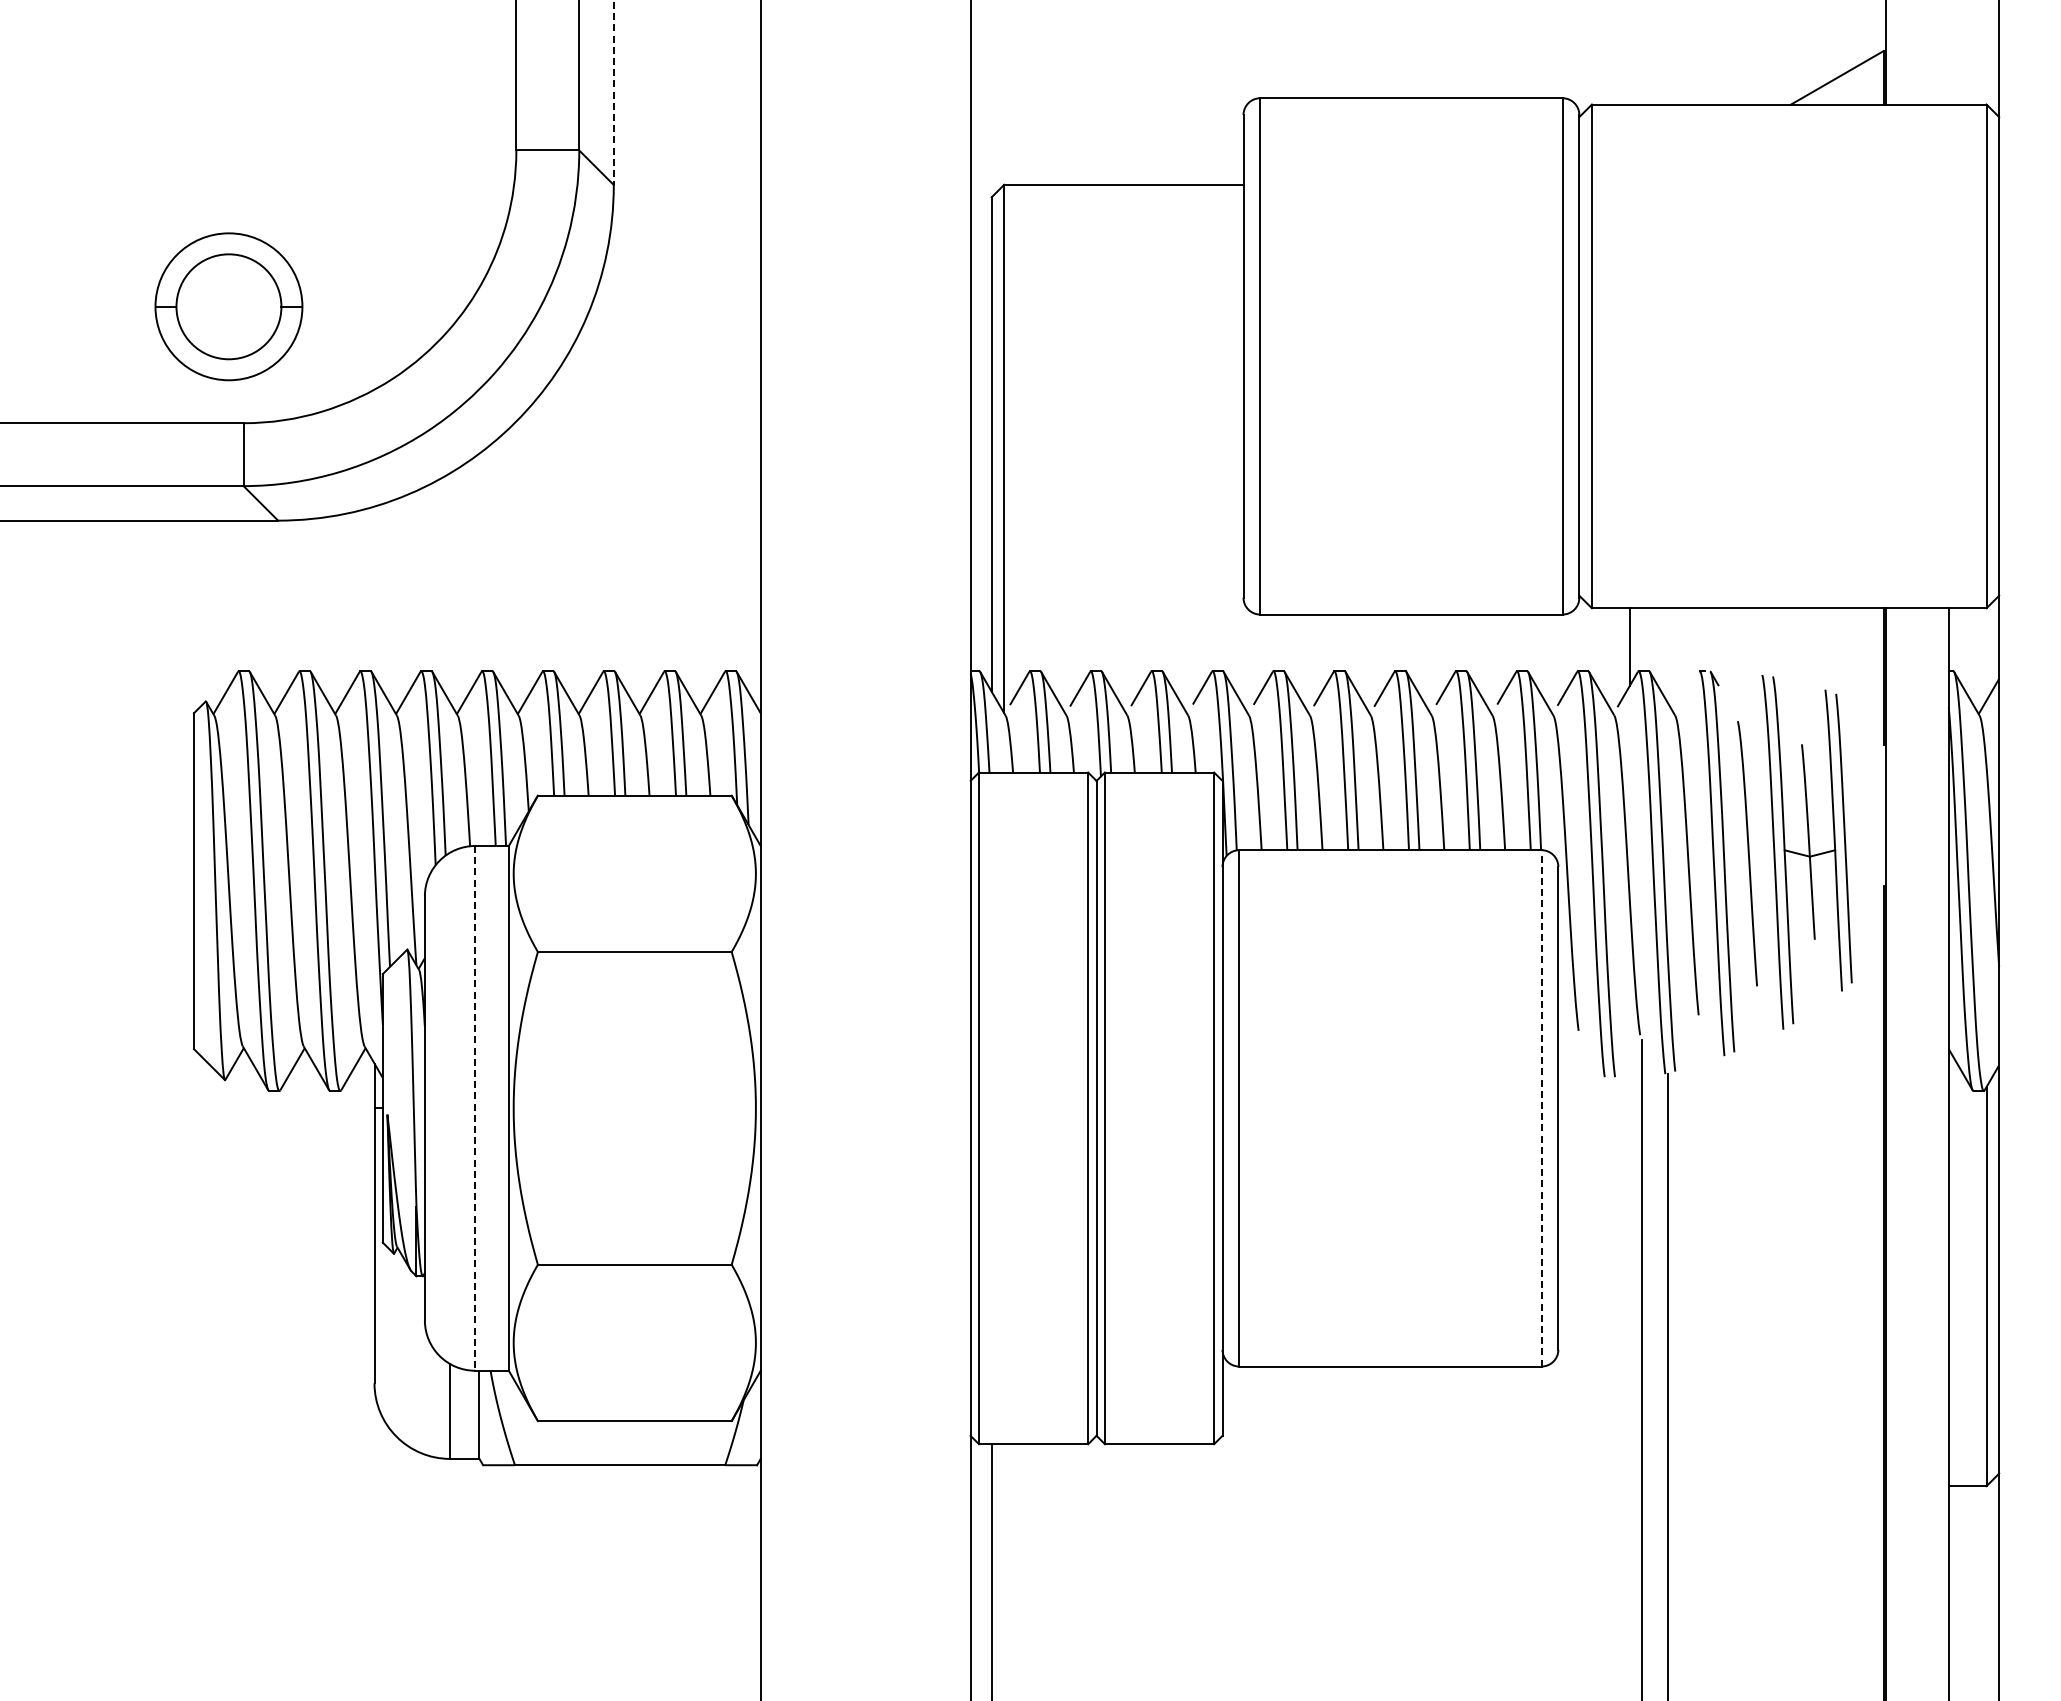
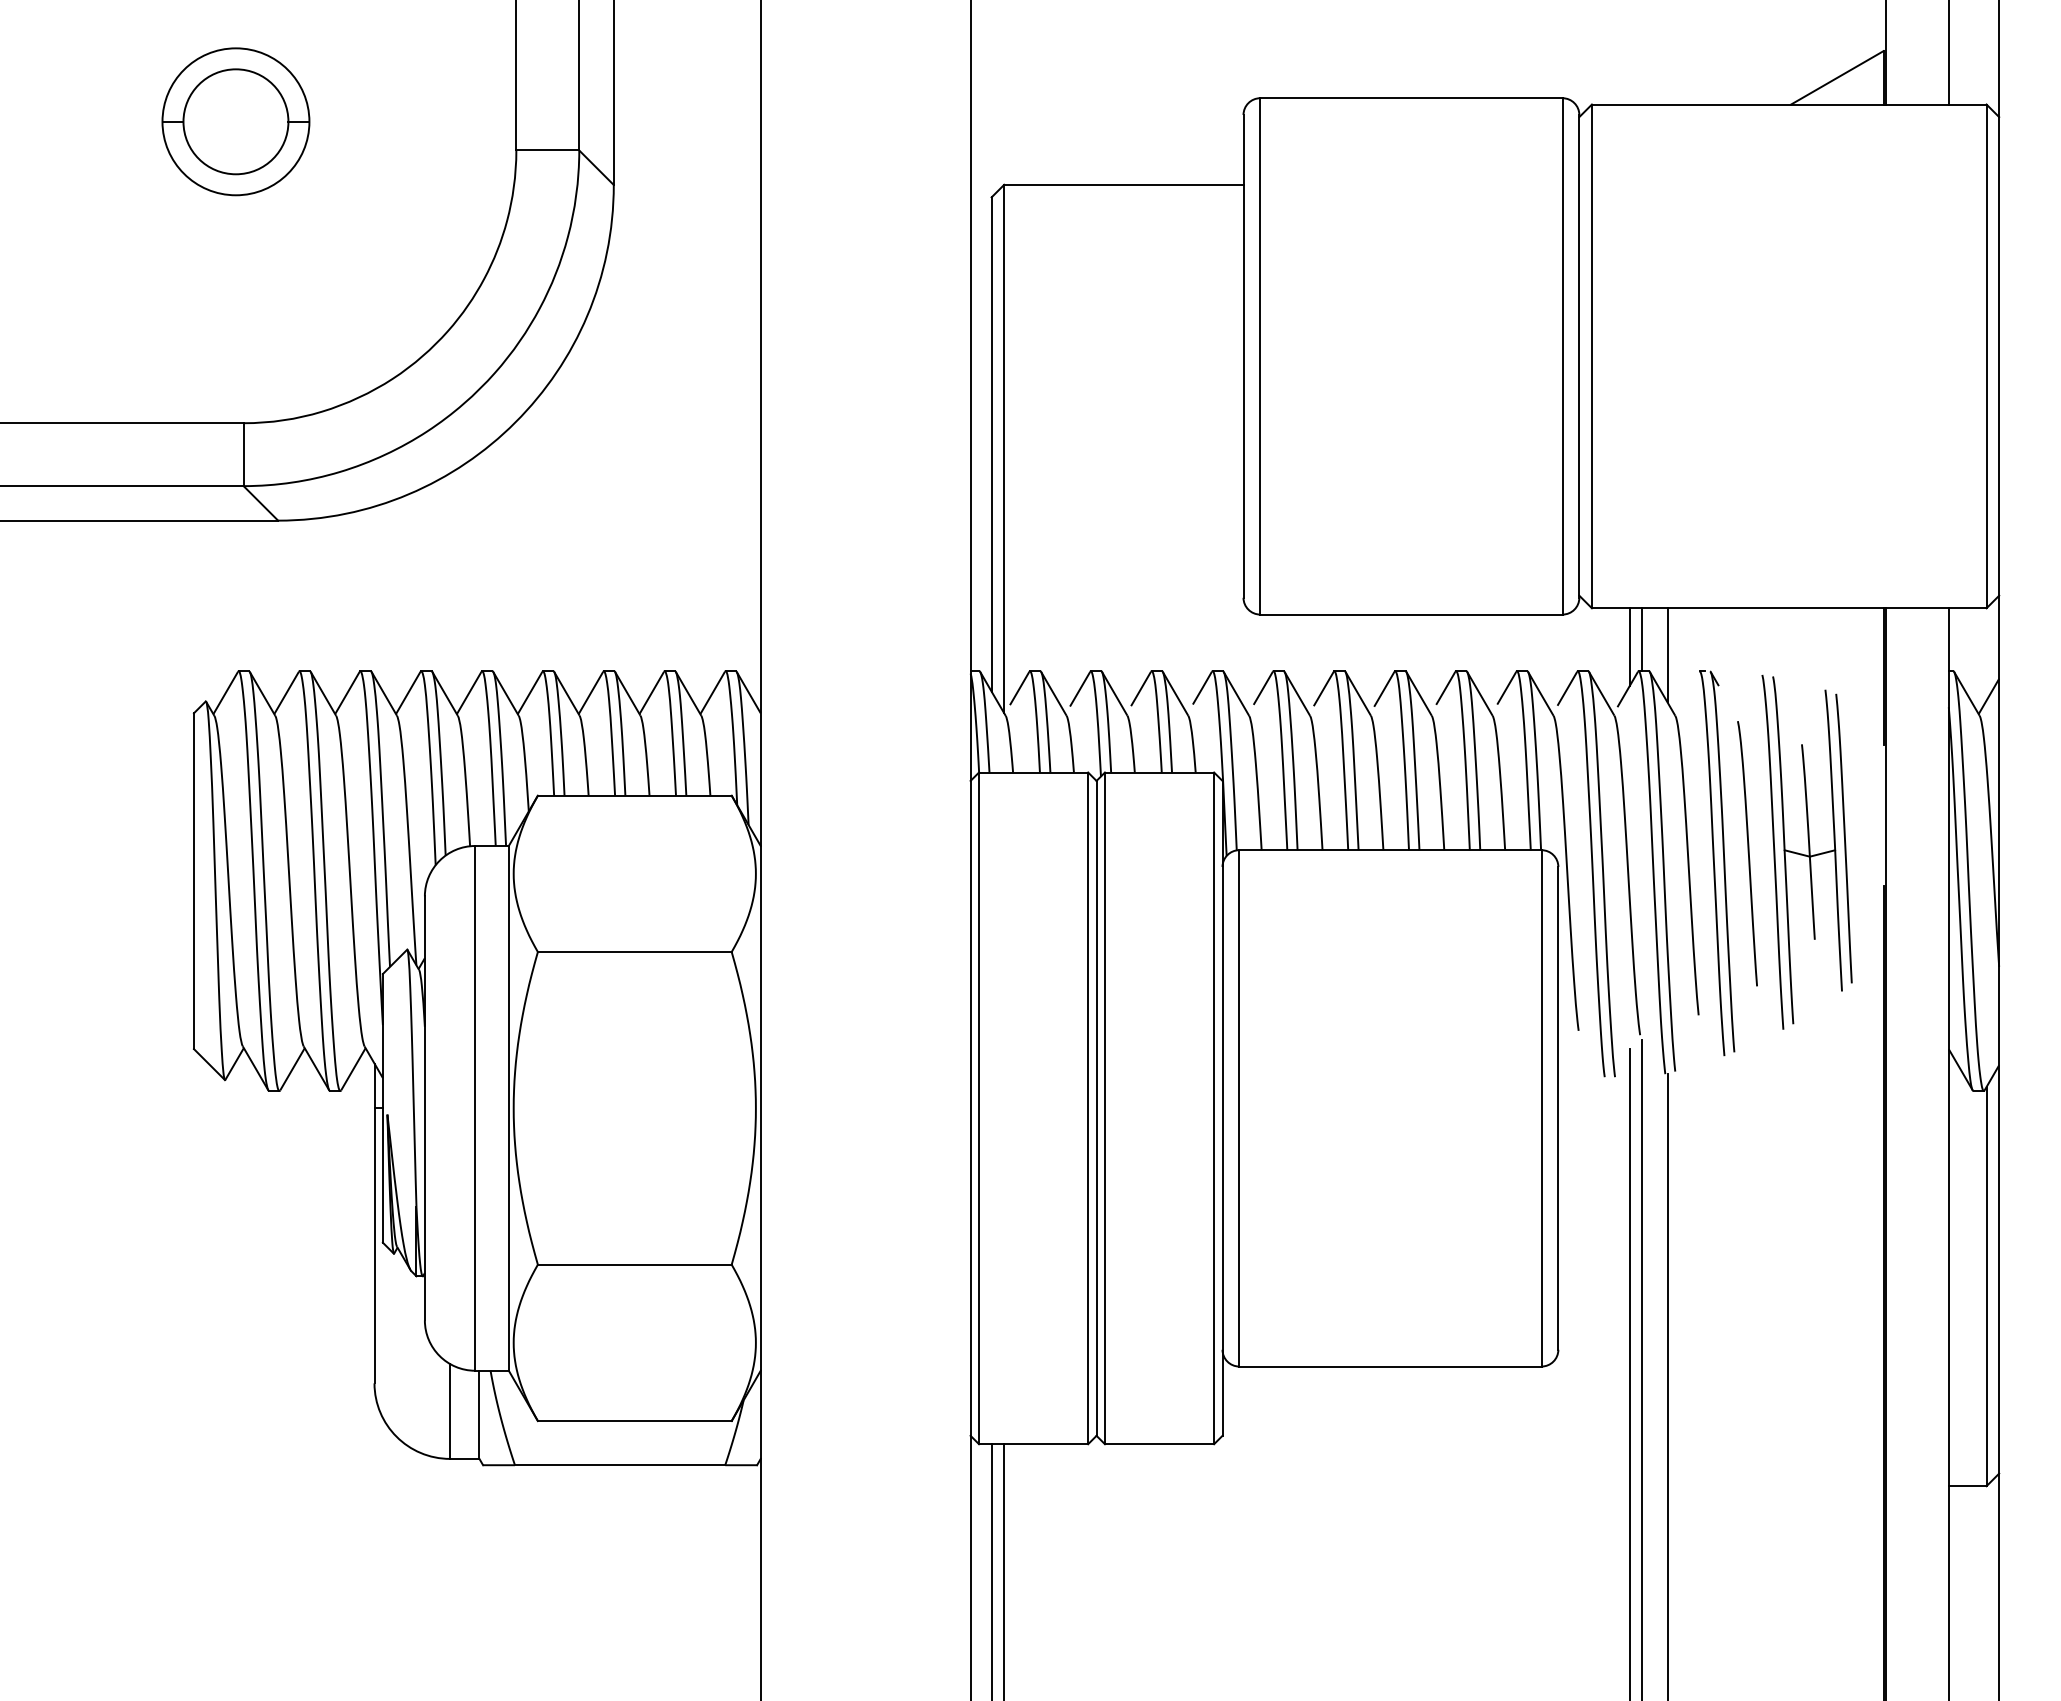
line at (1948, 53): none -> present
line at (613, 93): dashed -> solid
part at (228, 306) position: (228, 306) -> (235, 121)
line at (1642, 639): none -> present
line at (1667, 655): none -> present
line at (1541, 1107): dashed -> solid
line at (475, 1108): dashed -> solid
line at (1629, 1373): none -> present
line at (1004, 1570): none -> present
